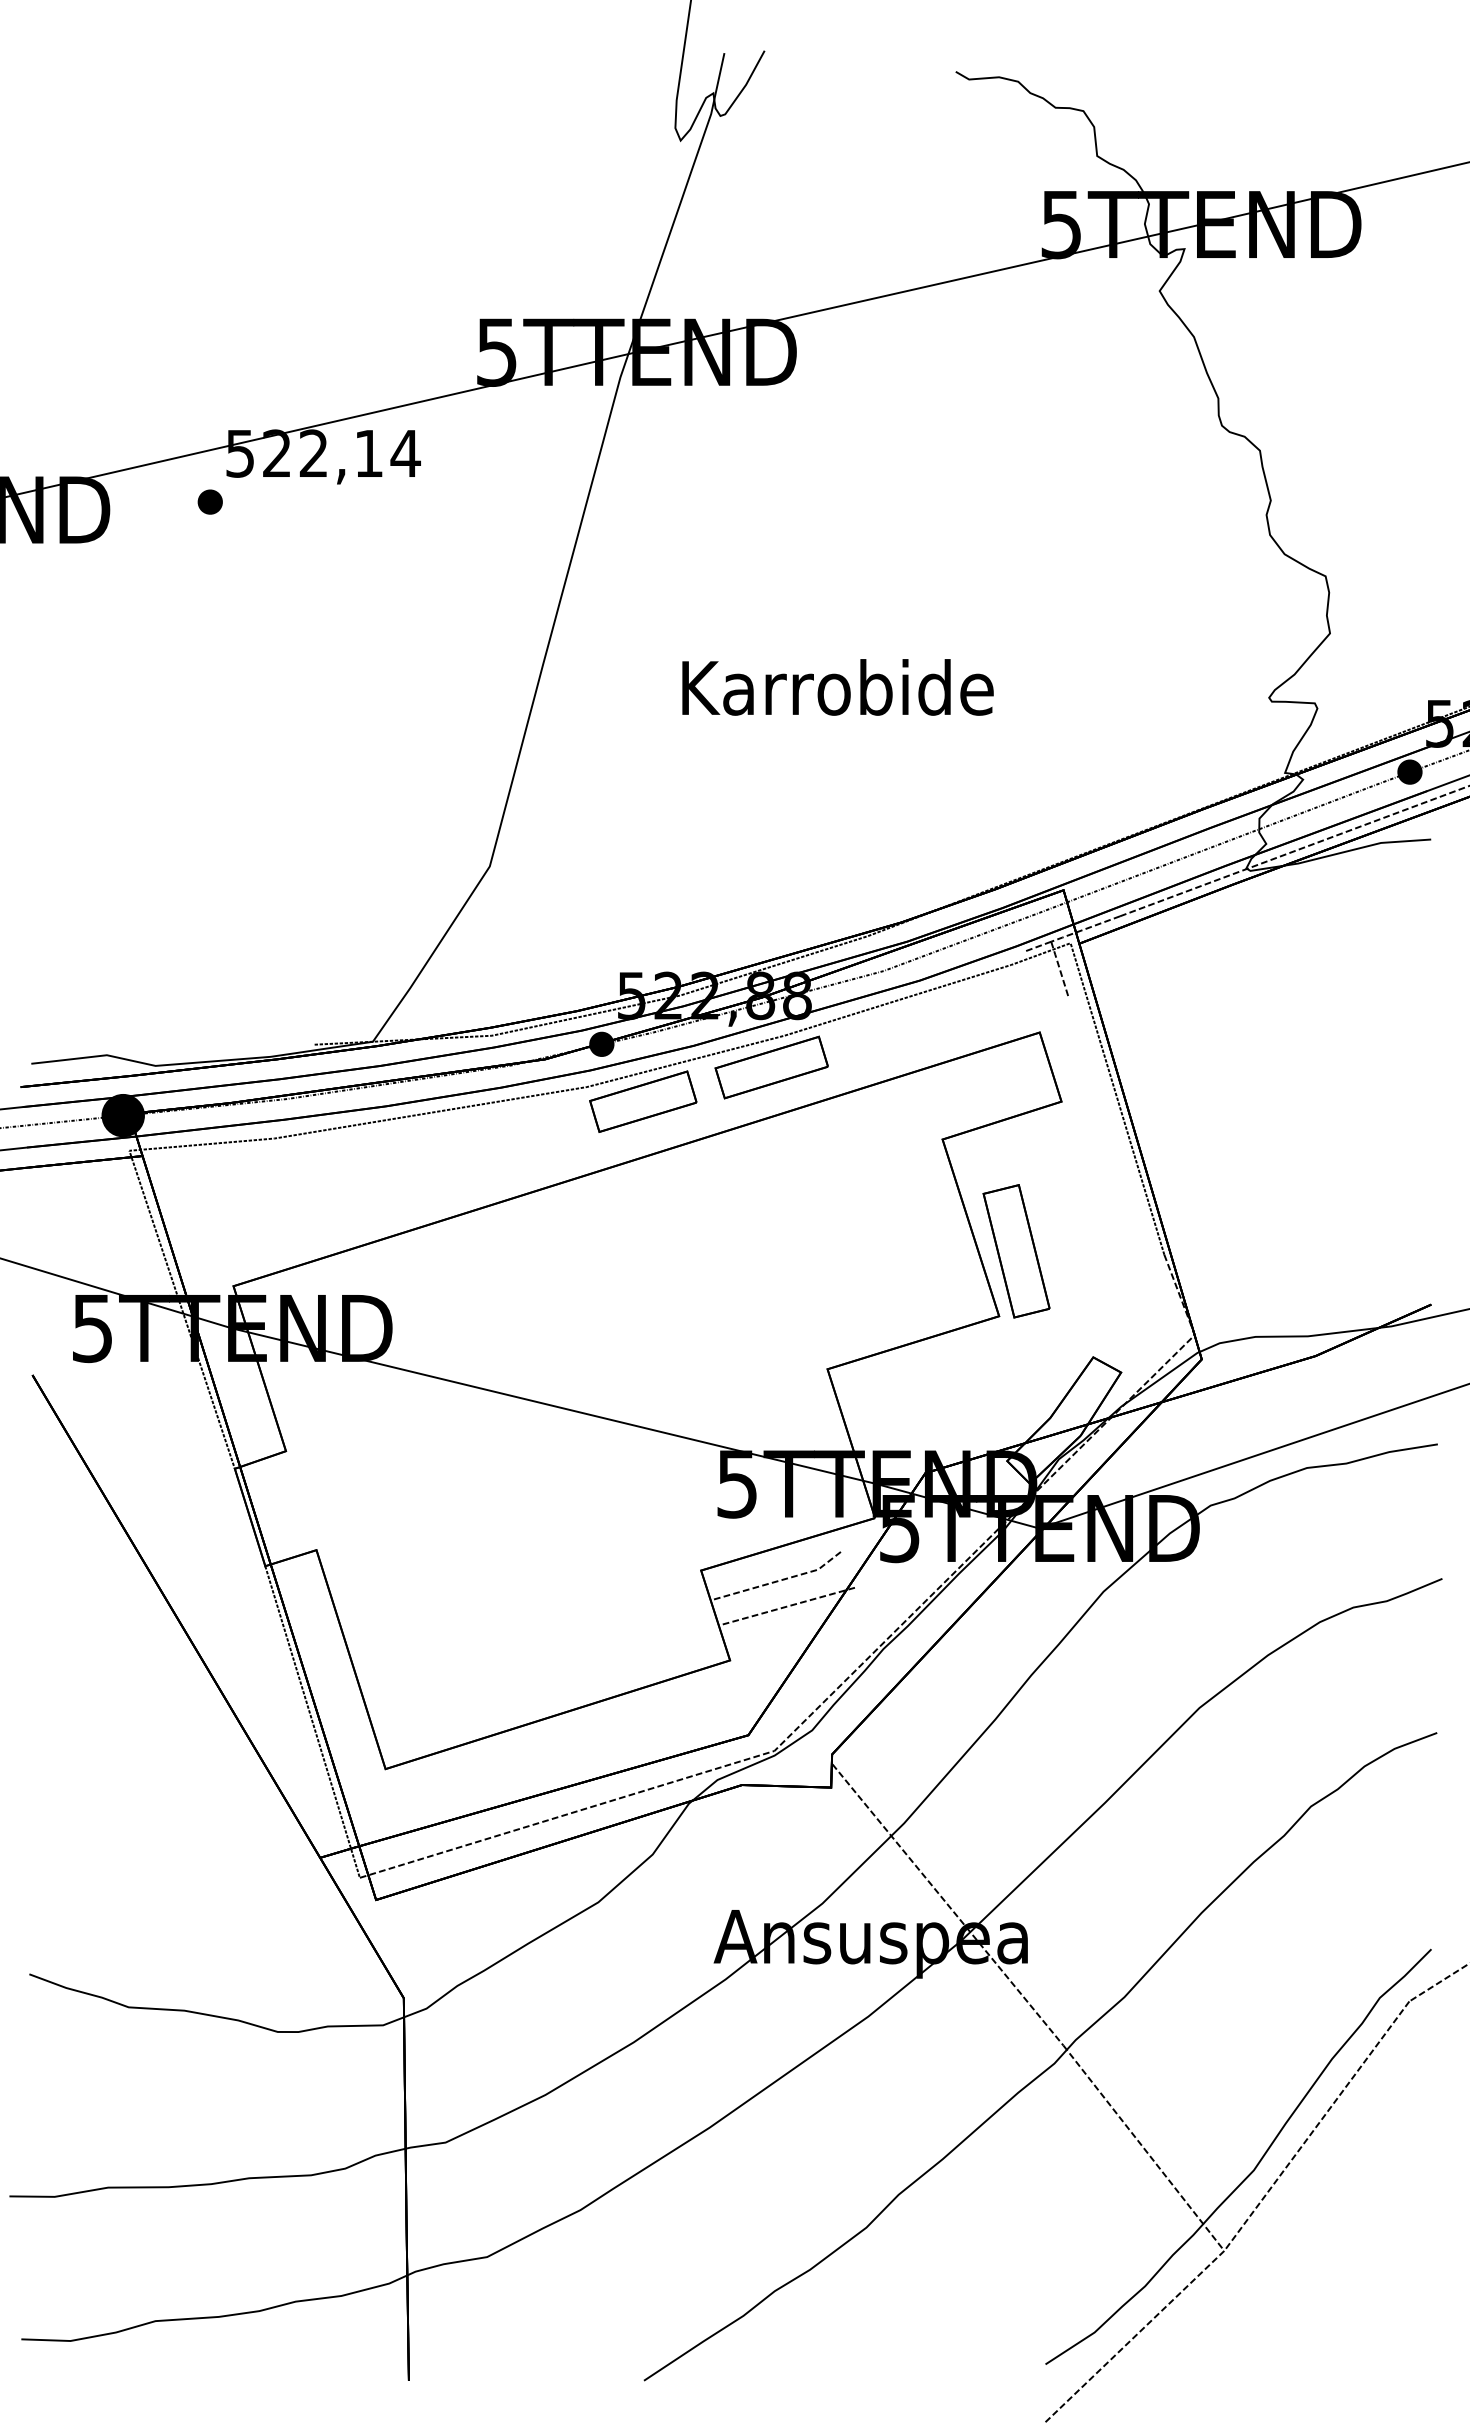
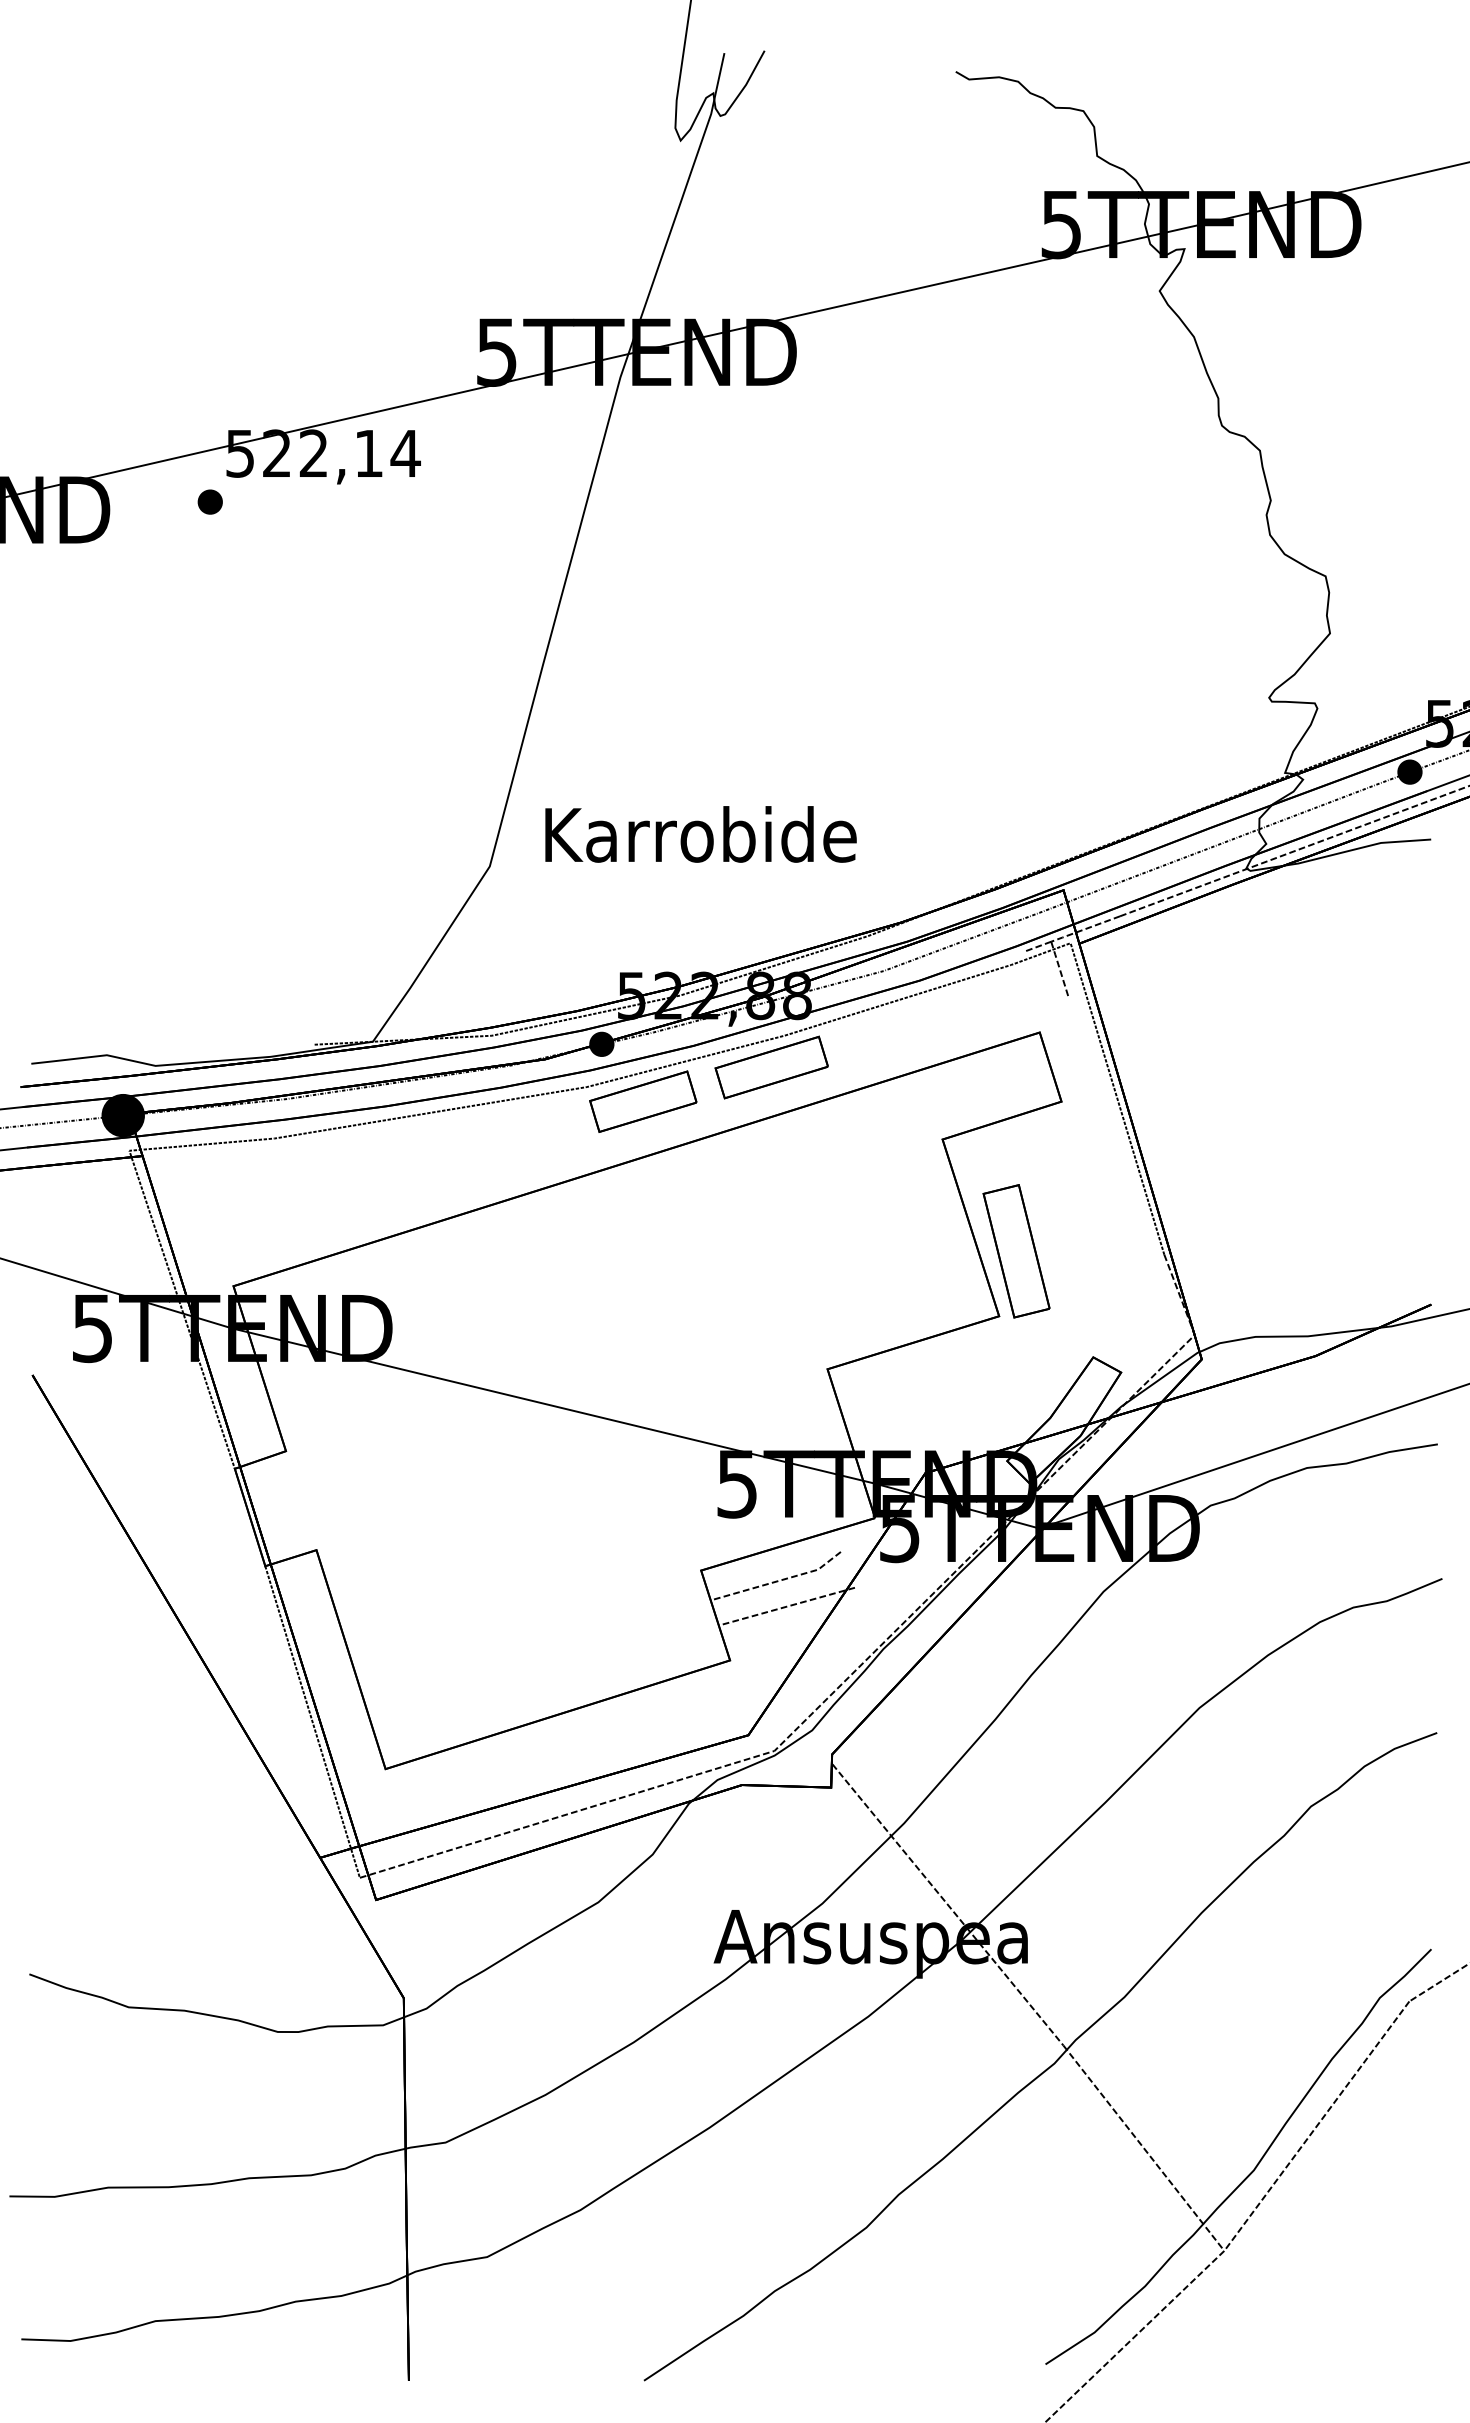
text at (837, 687) position: (837, 687) -> (700, 834)
